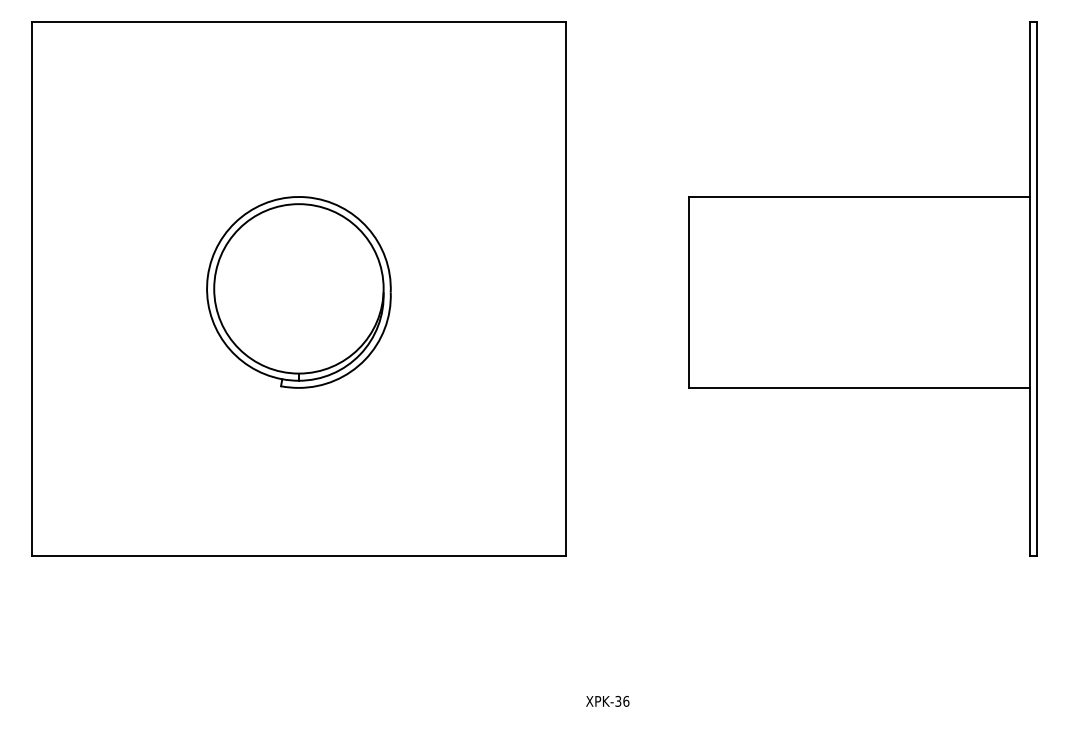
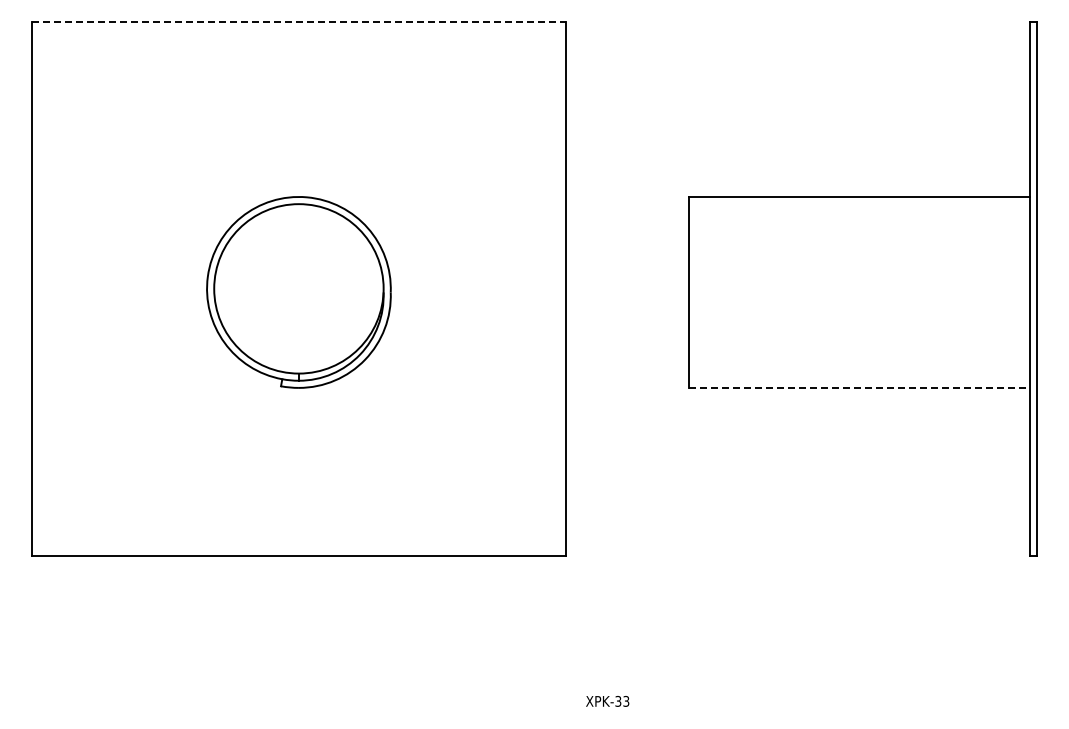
line at (298, 22): solid -> dashed
line at (860, 387): solid -> dashed
text at (626, 700): XPK-36 -> XPK-33
